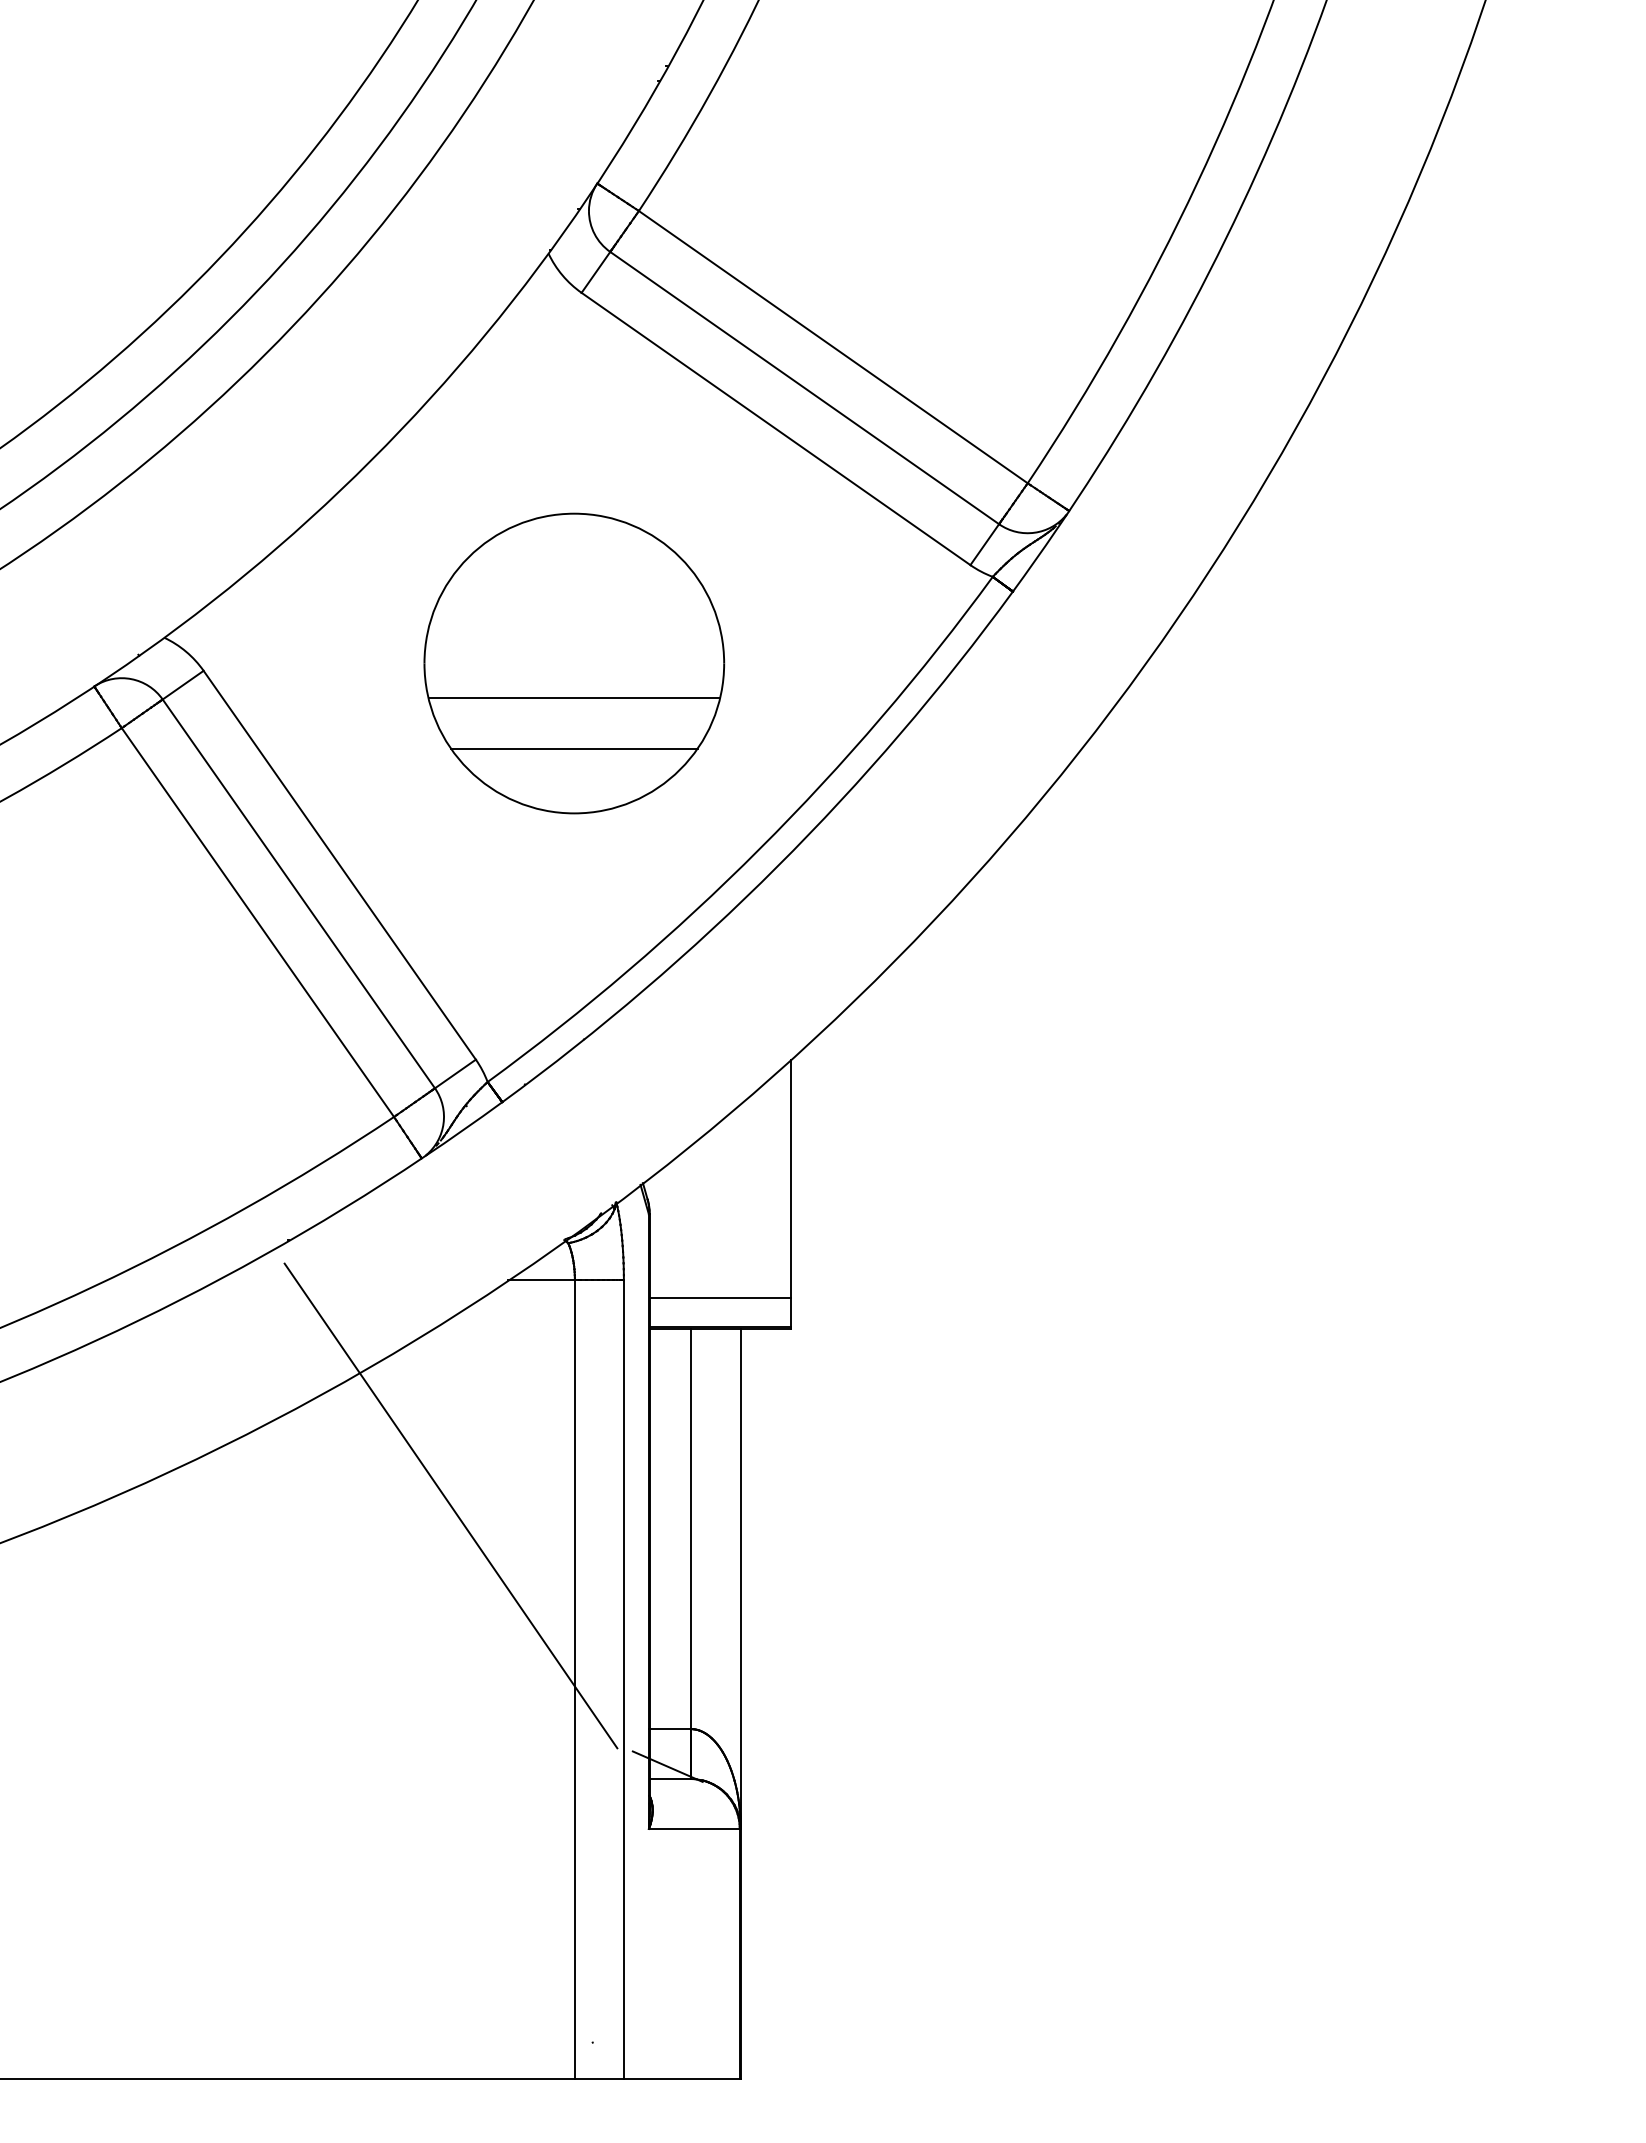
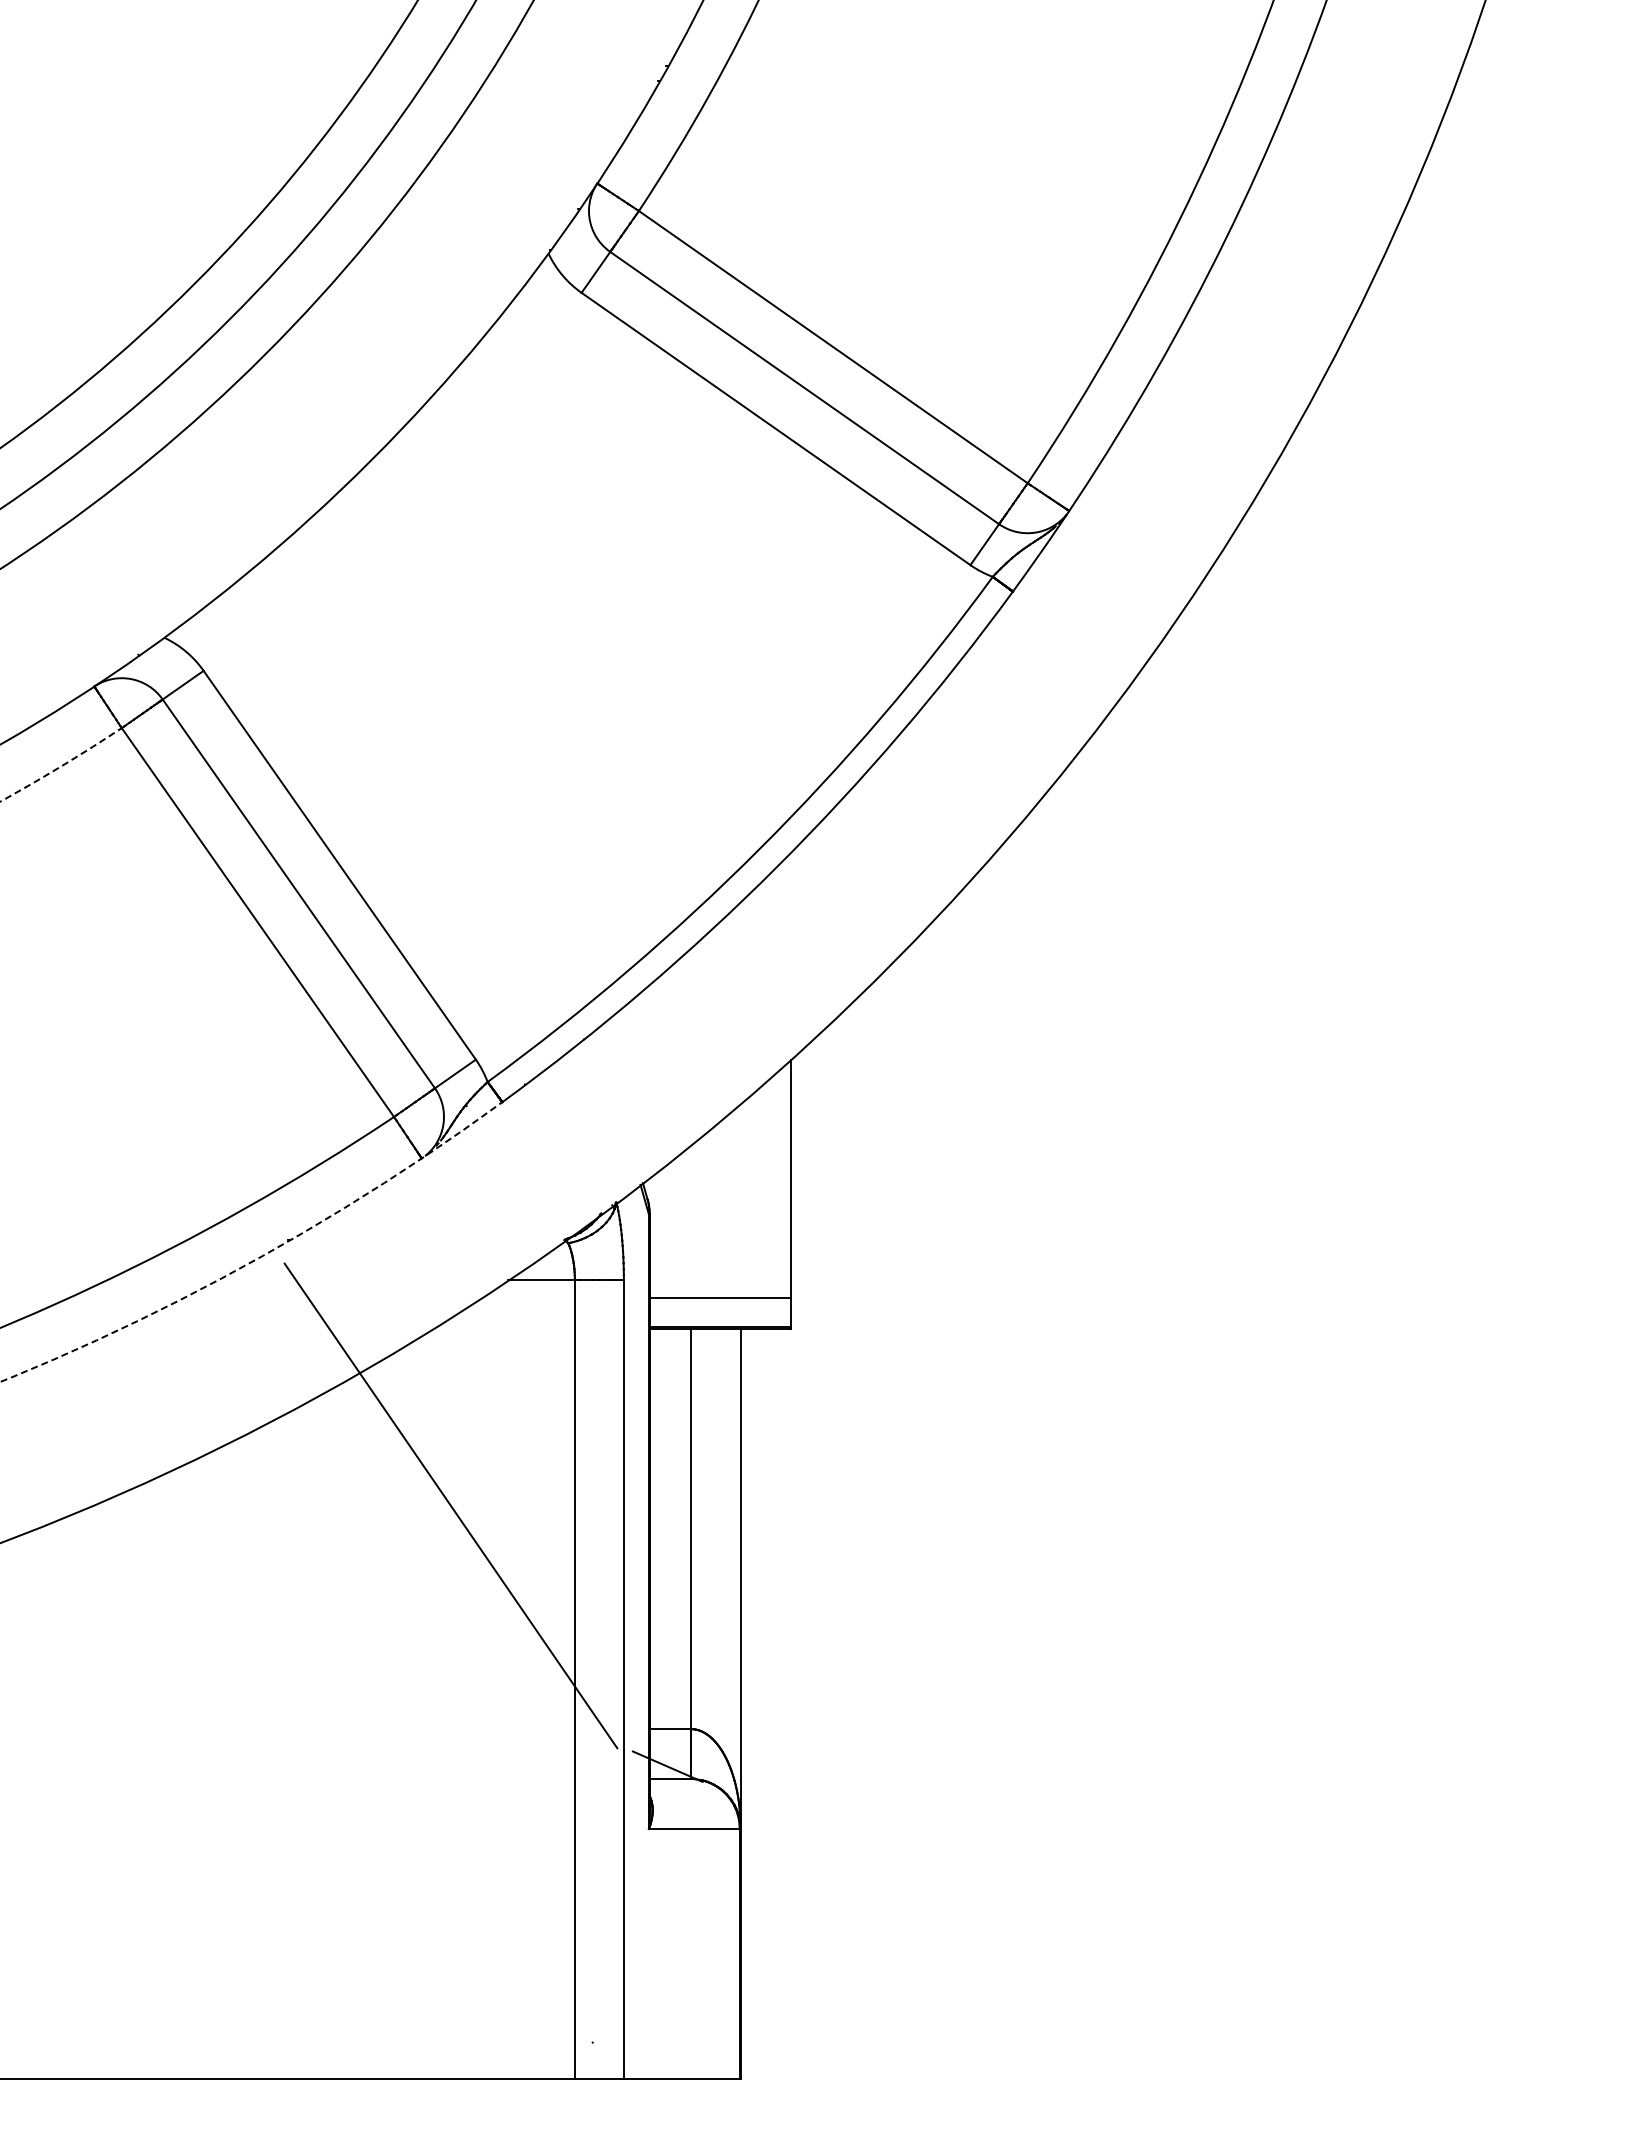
part at (574, 663): present -> none
arc at (62, 765): solid -> dashed
arc at (260, 1257): solid -> dashed
